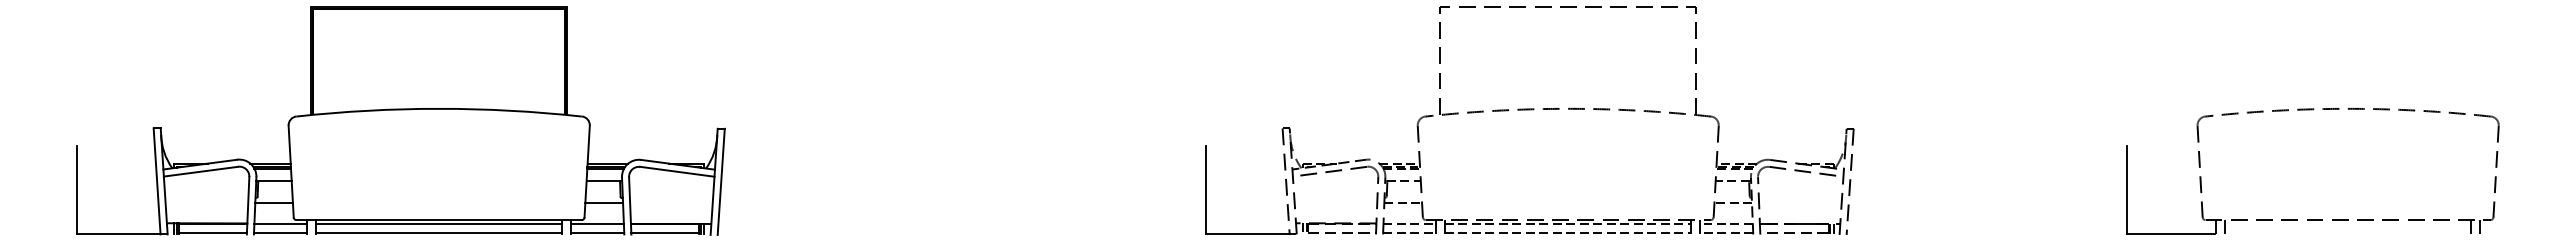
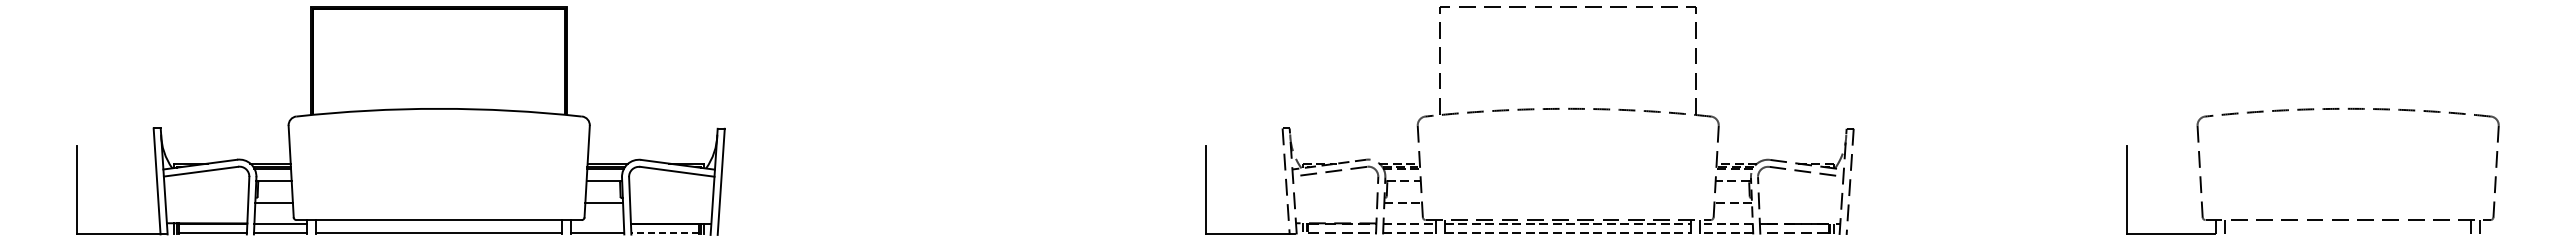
line at (438, 223): present -> none
line at (597, 223): present -> none
line at (664, 233): solid -> dashed
